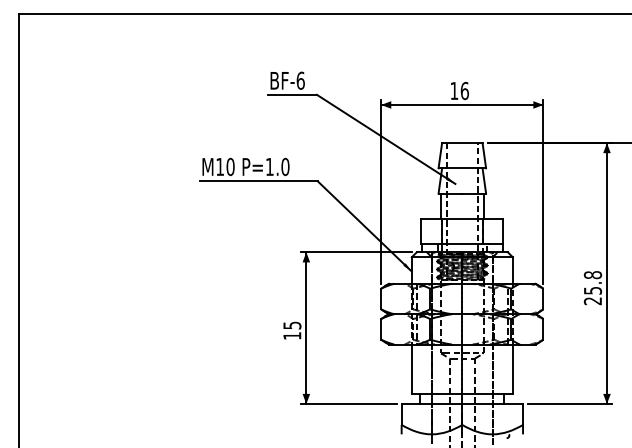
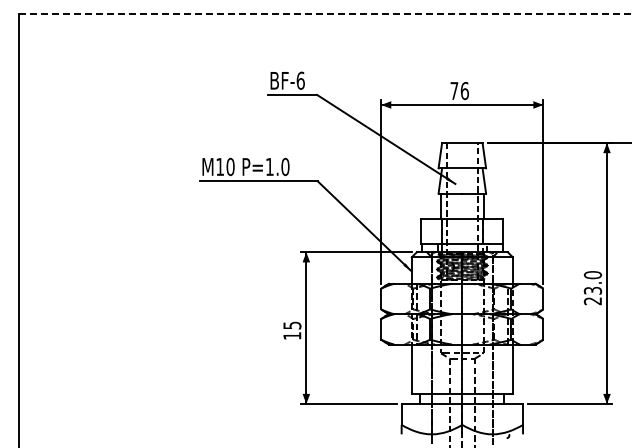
line at (325, 13): solid -> dashed
text at (454, 90): 16 -> 76
text at (592, 282): 25.8 -> 23.0
